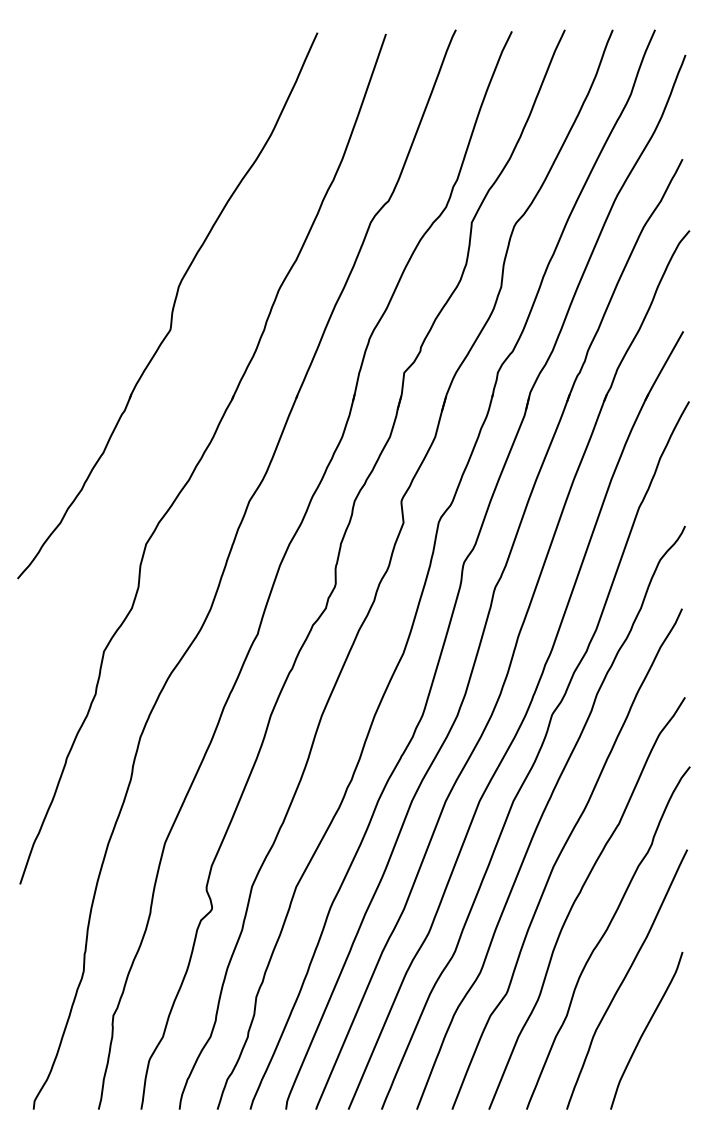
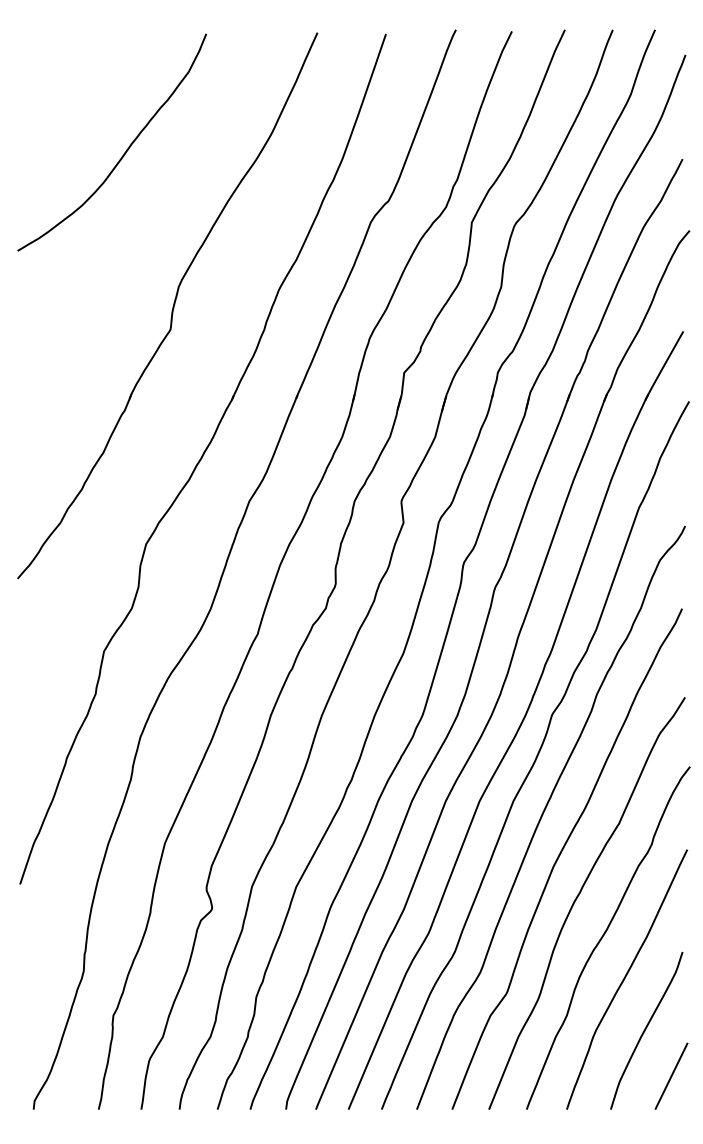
curve at (123, 153): none -> present
line at (671, 1075): none -> present
